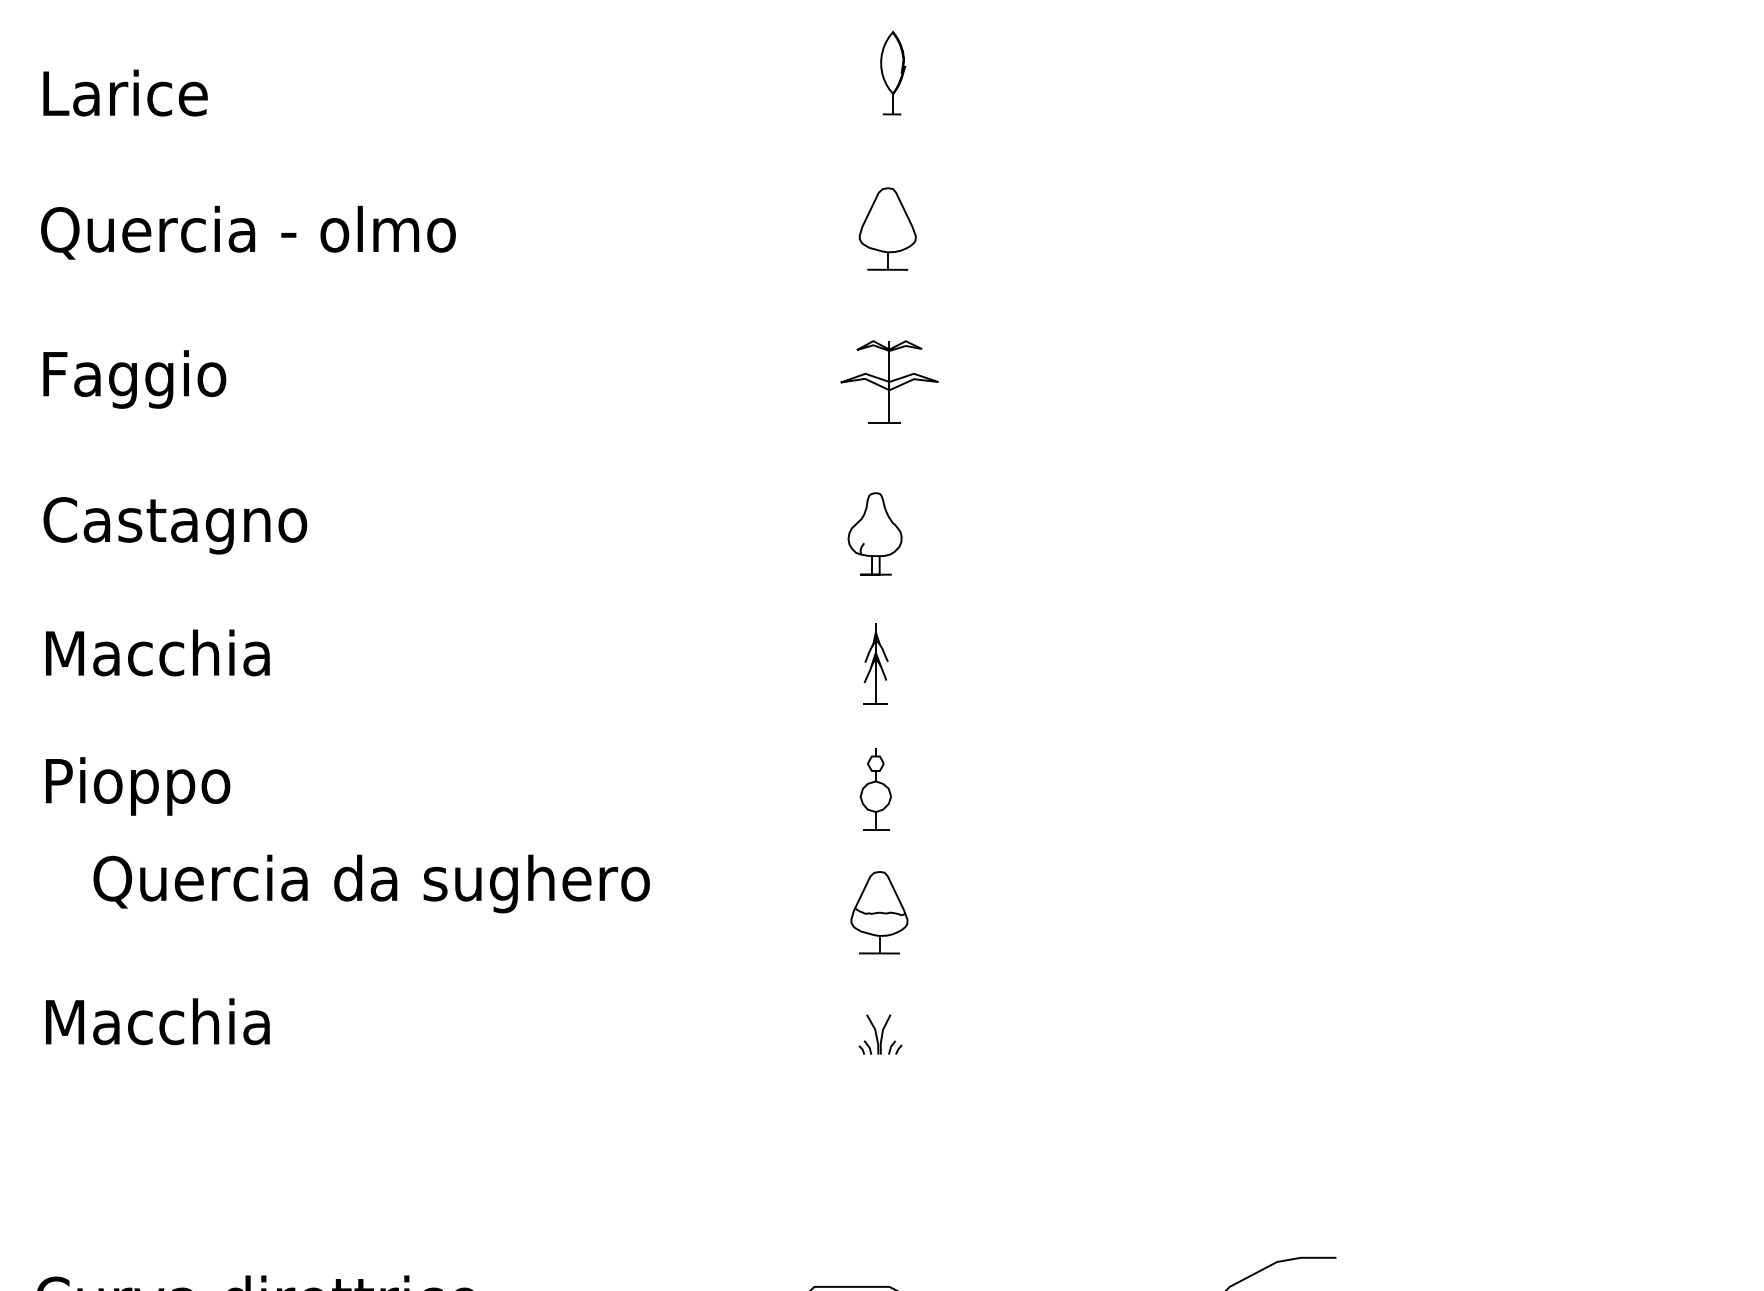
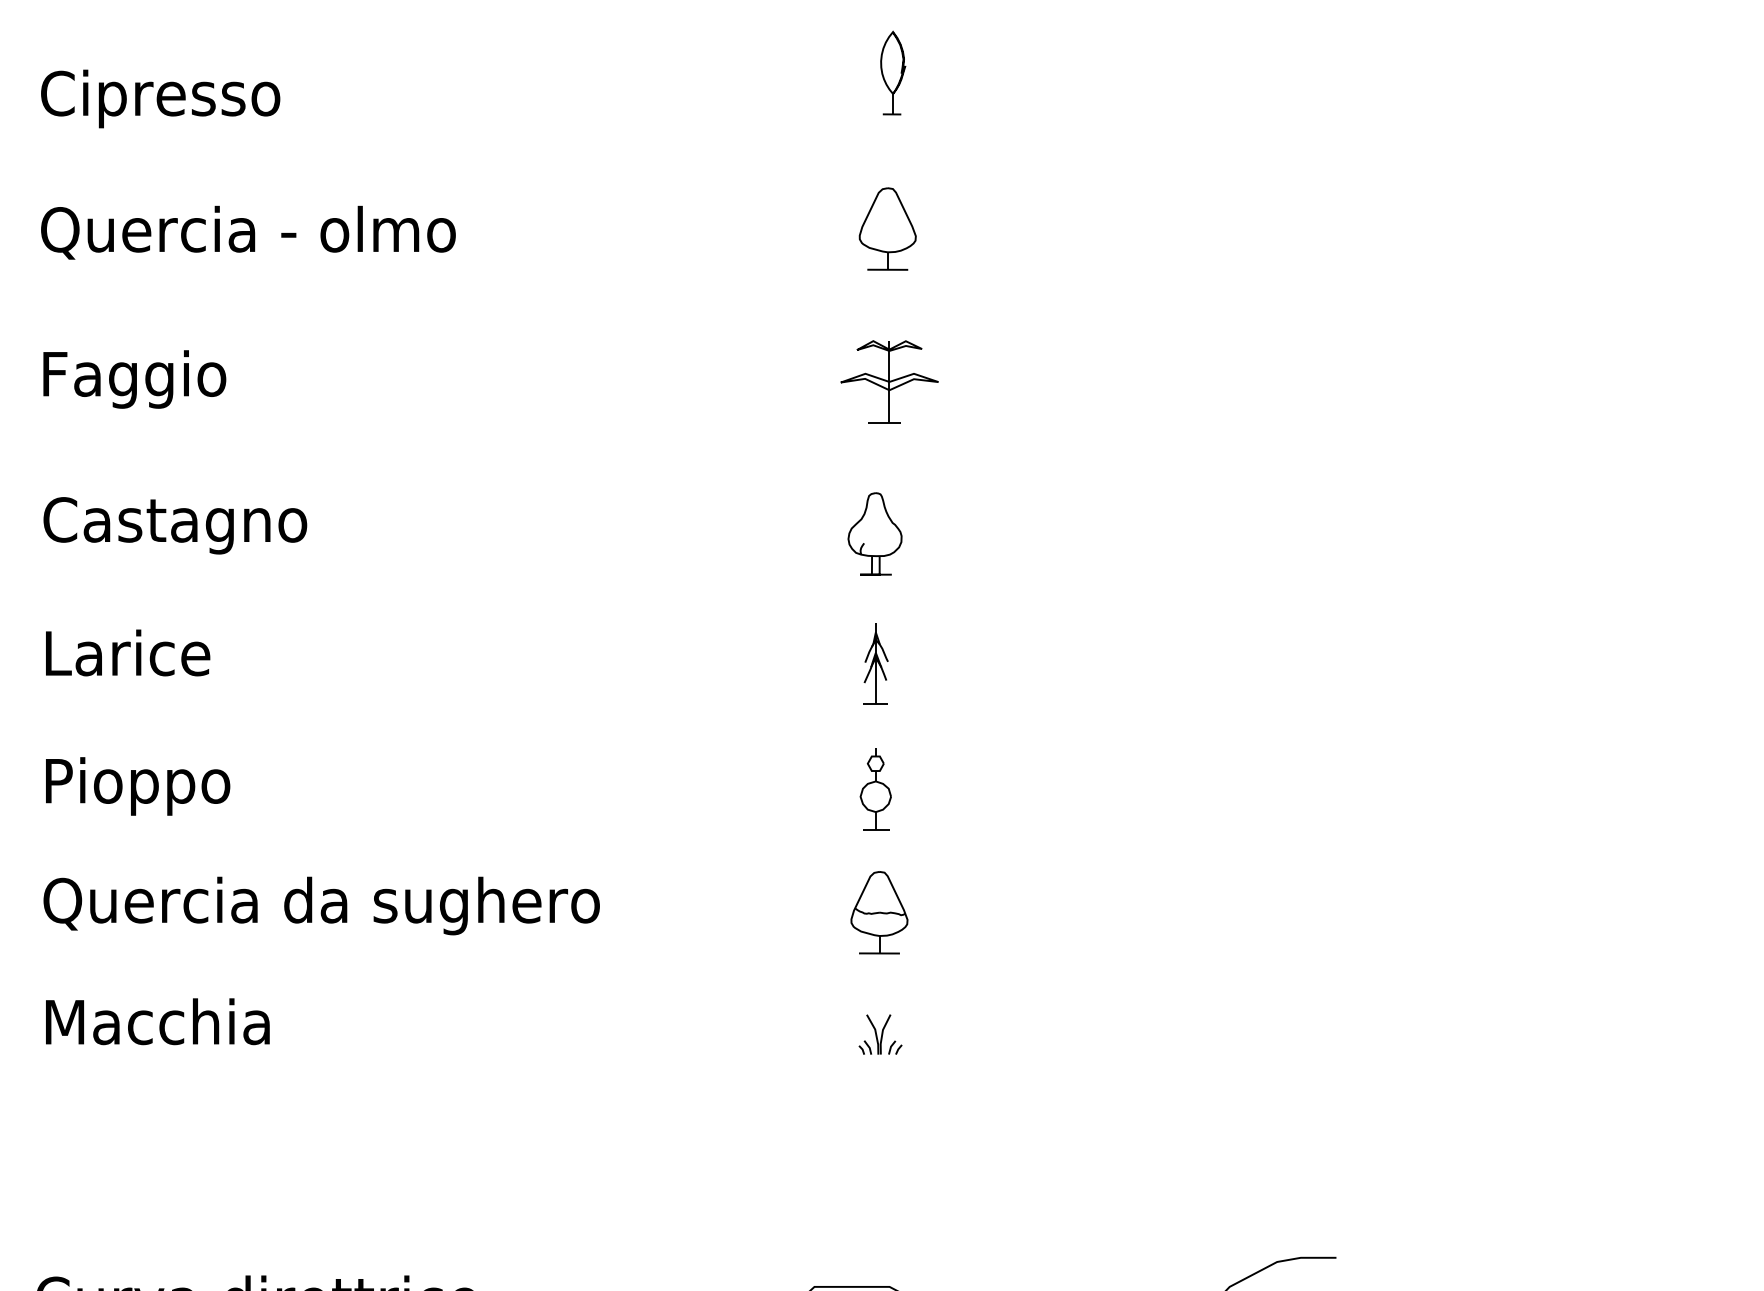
text at (160, 98): Larice -> Cipresso
text at (160, 652): Macchia -> Larice
text at (371, 883) position: (371, 883) -> (321, 905)
